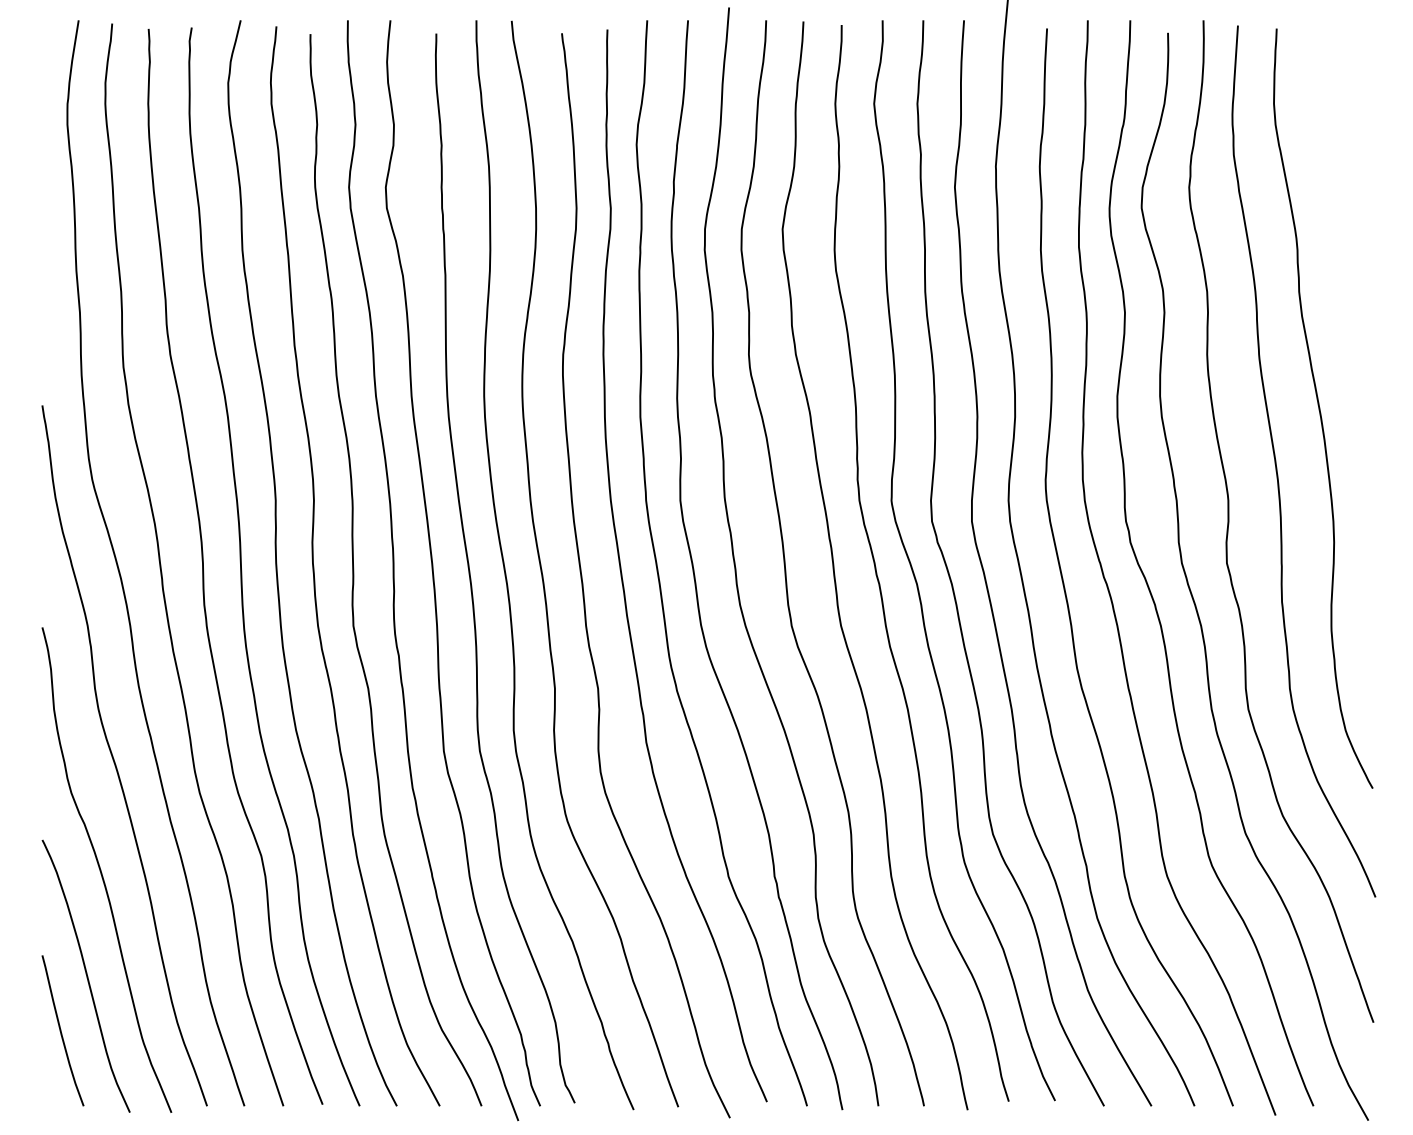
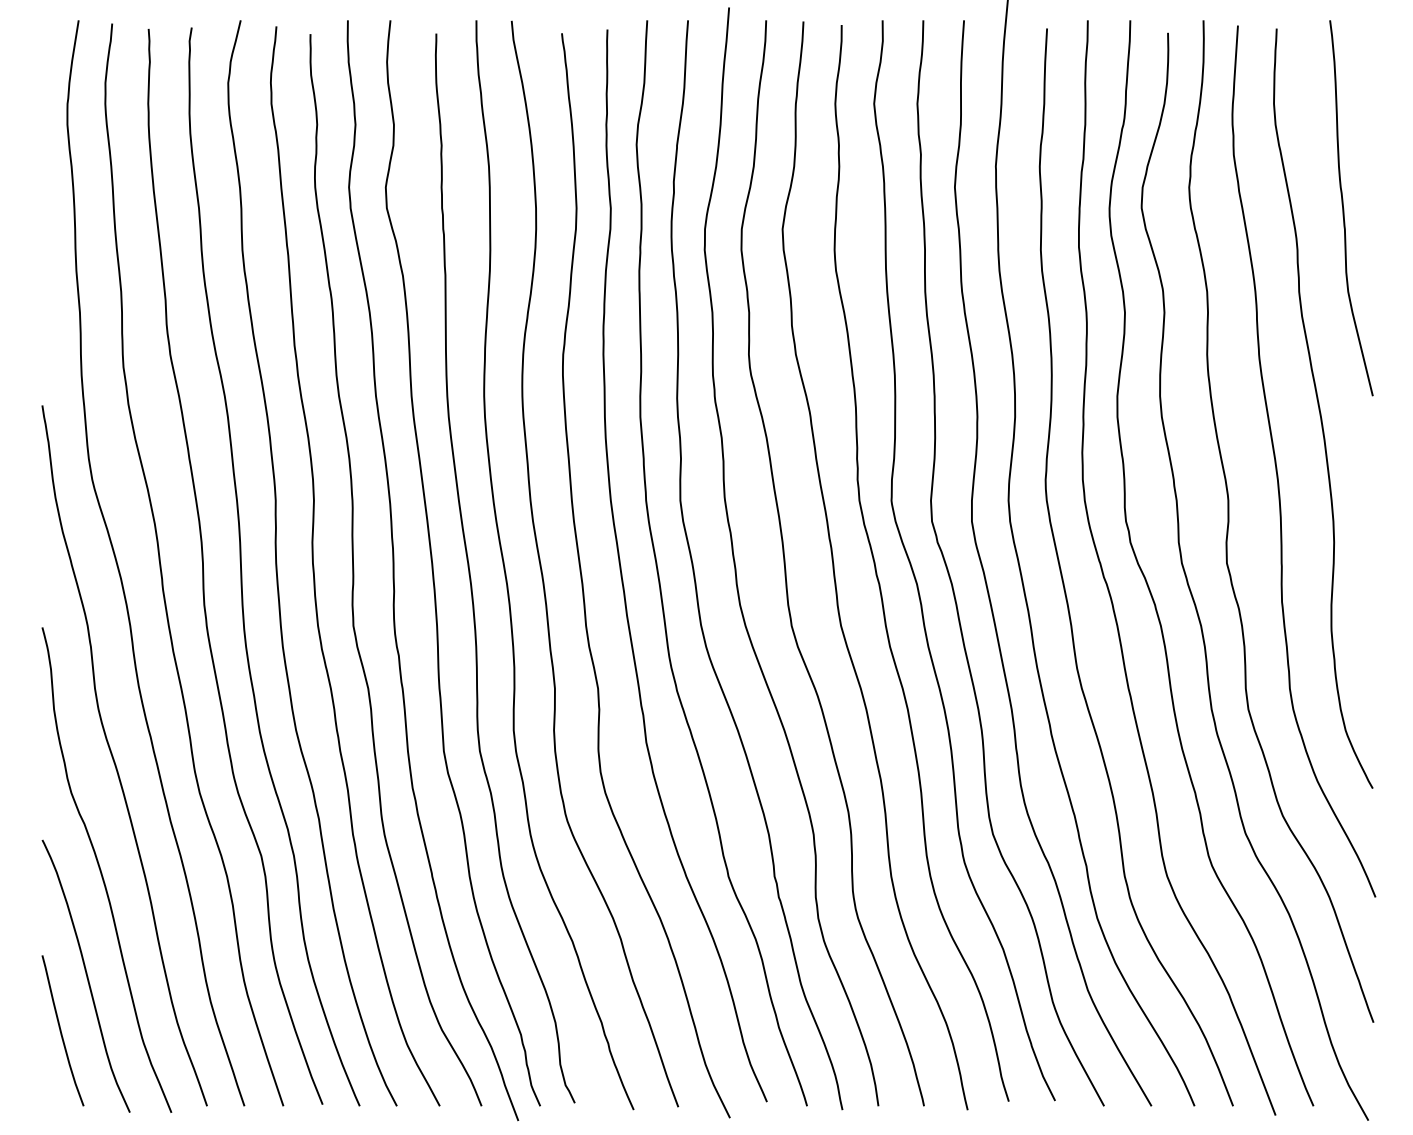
curve at (1344, 208): none -> present
